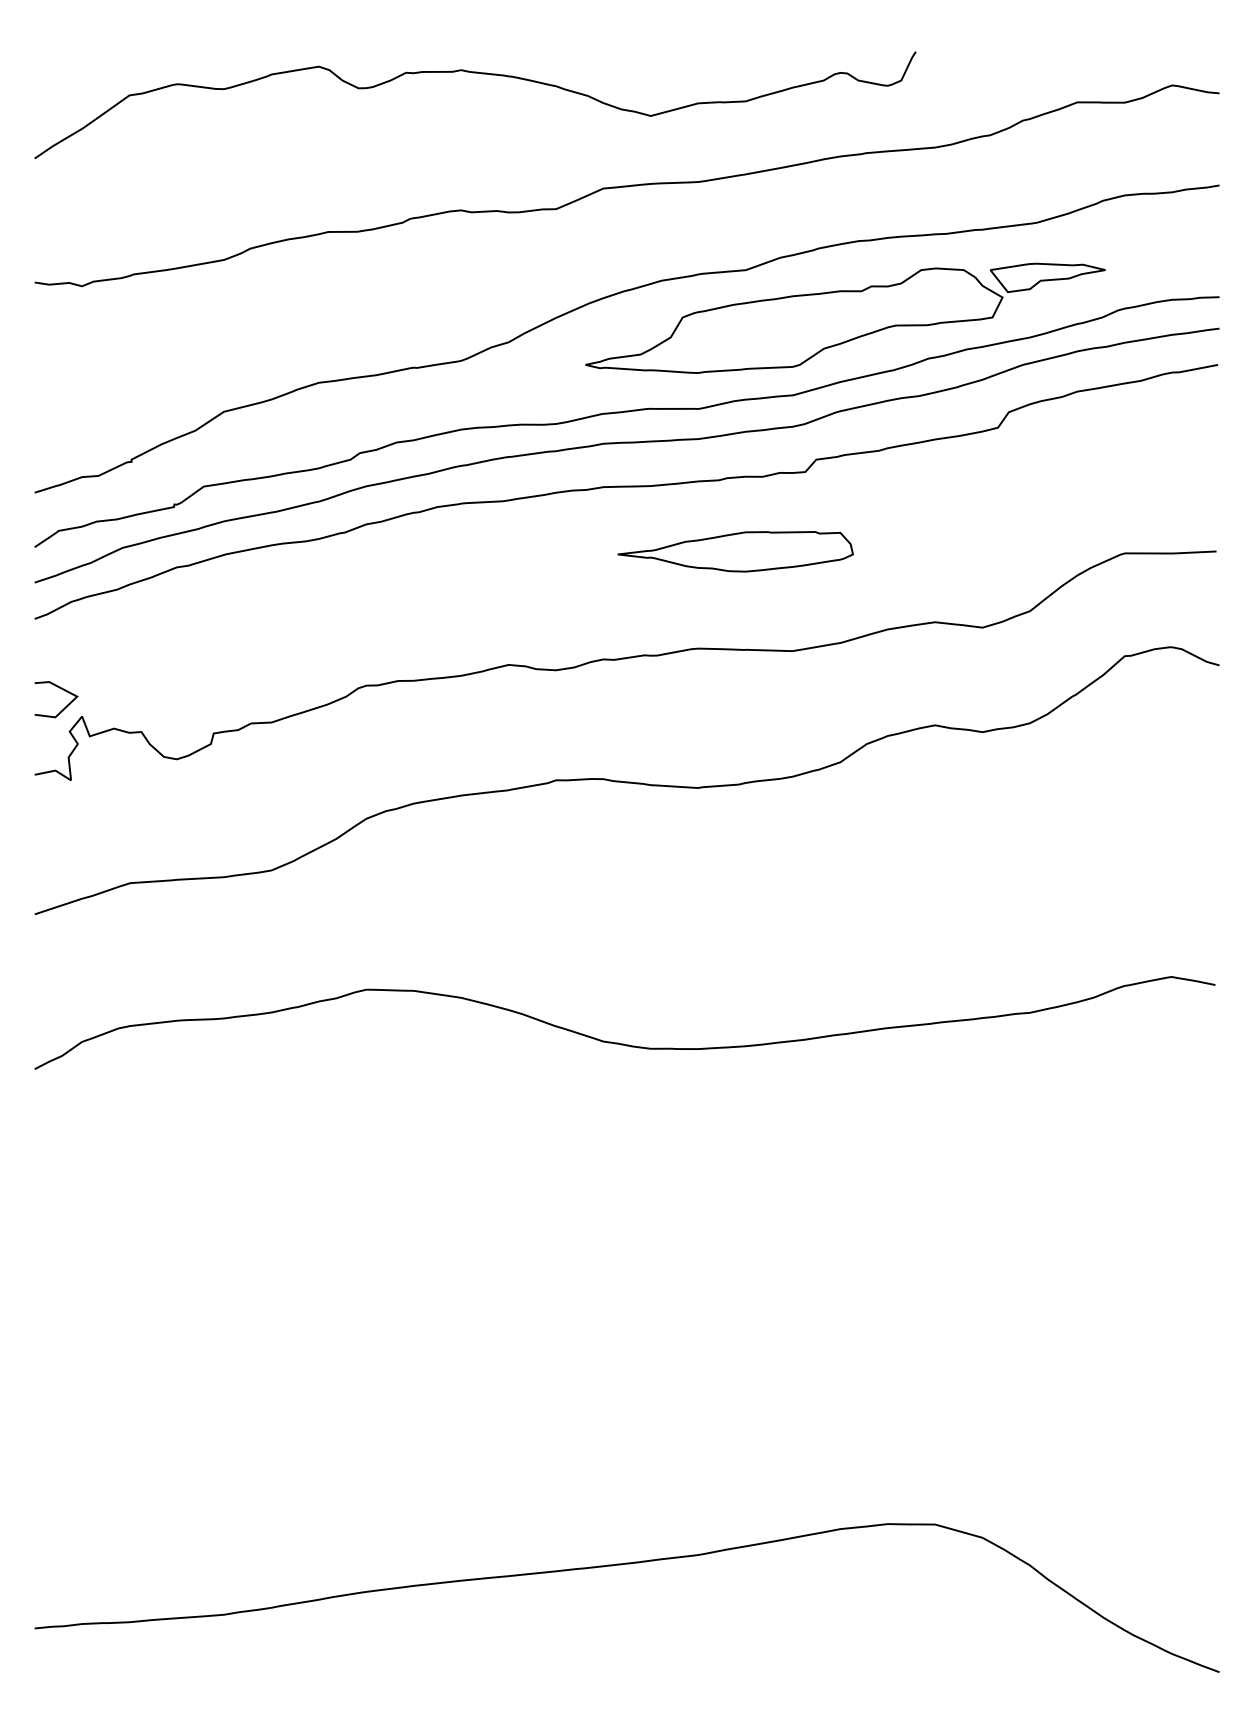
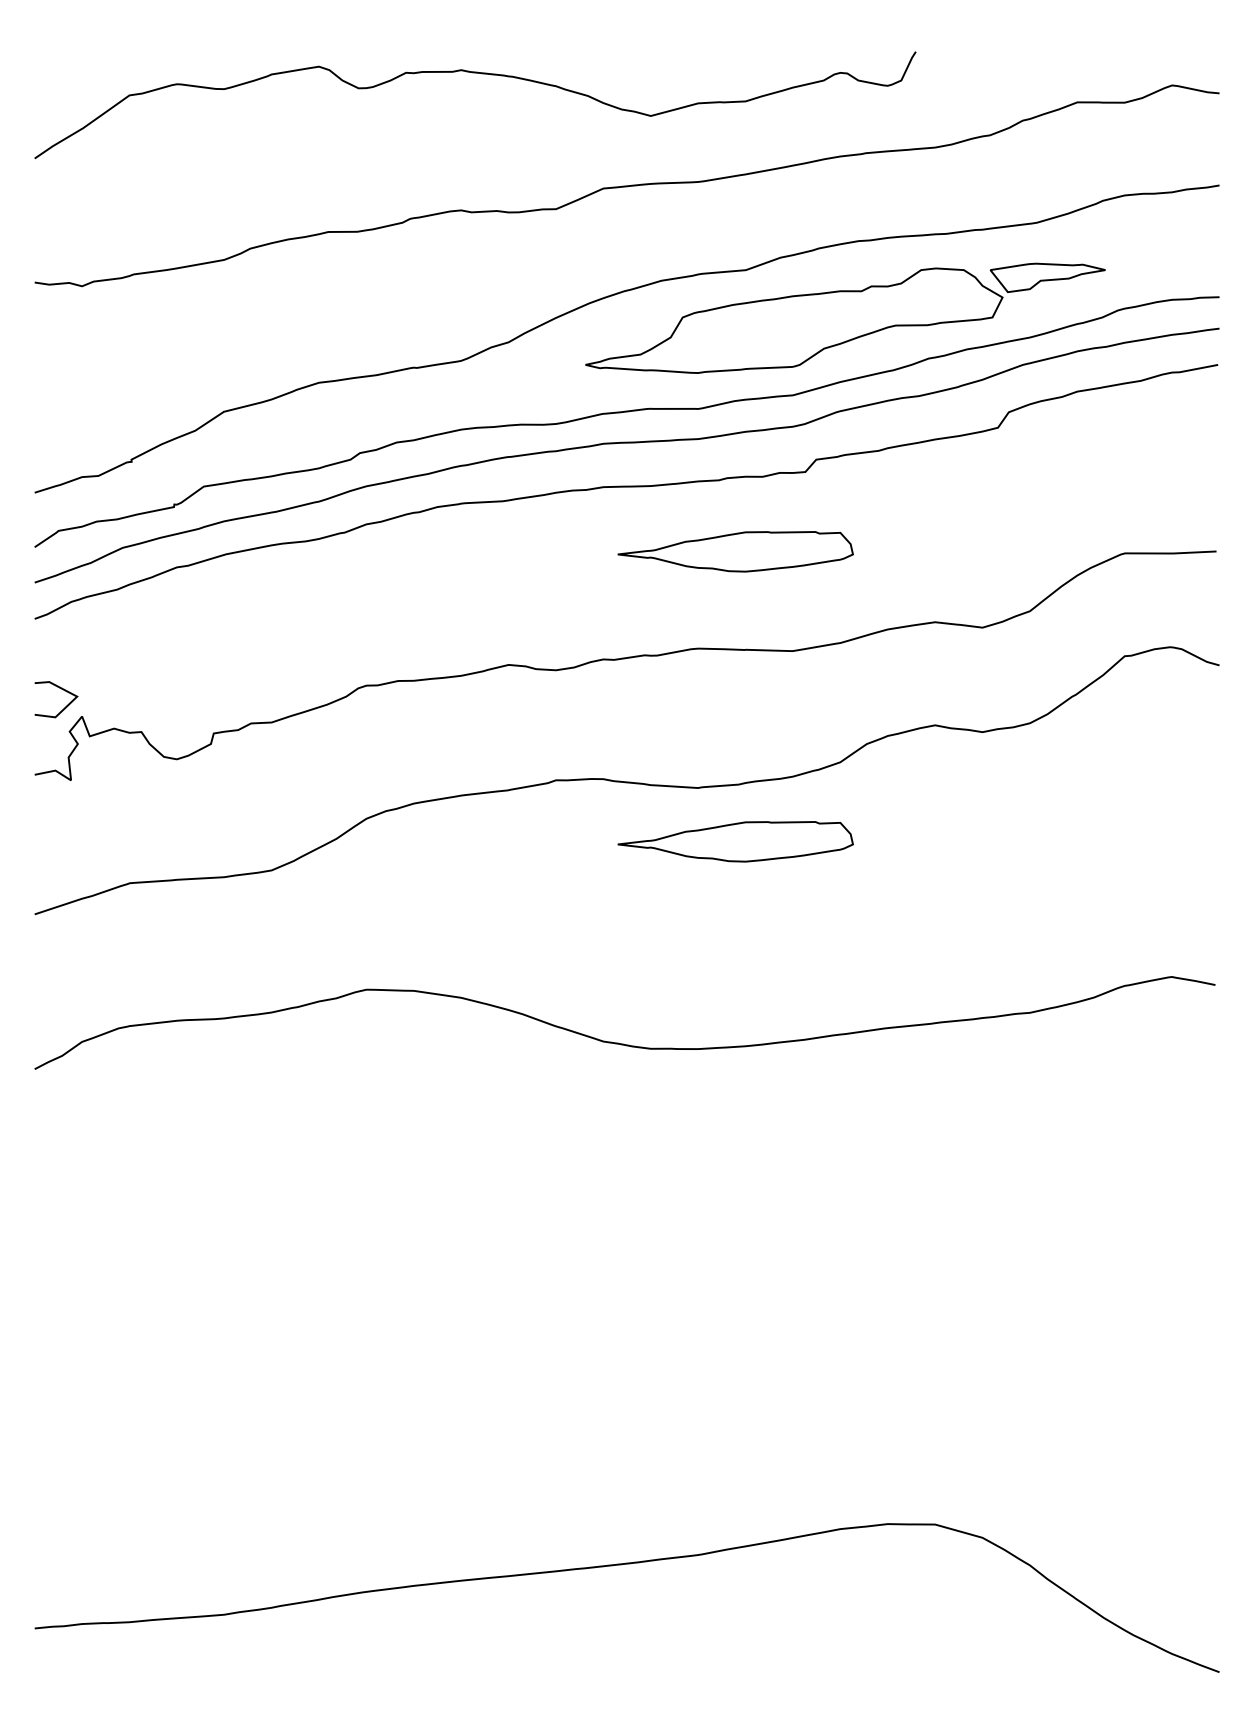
part at (735, 841): none -> present
